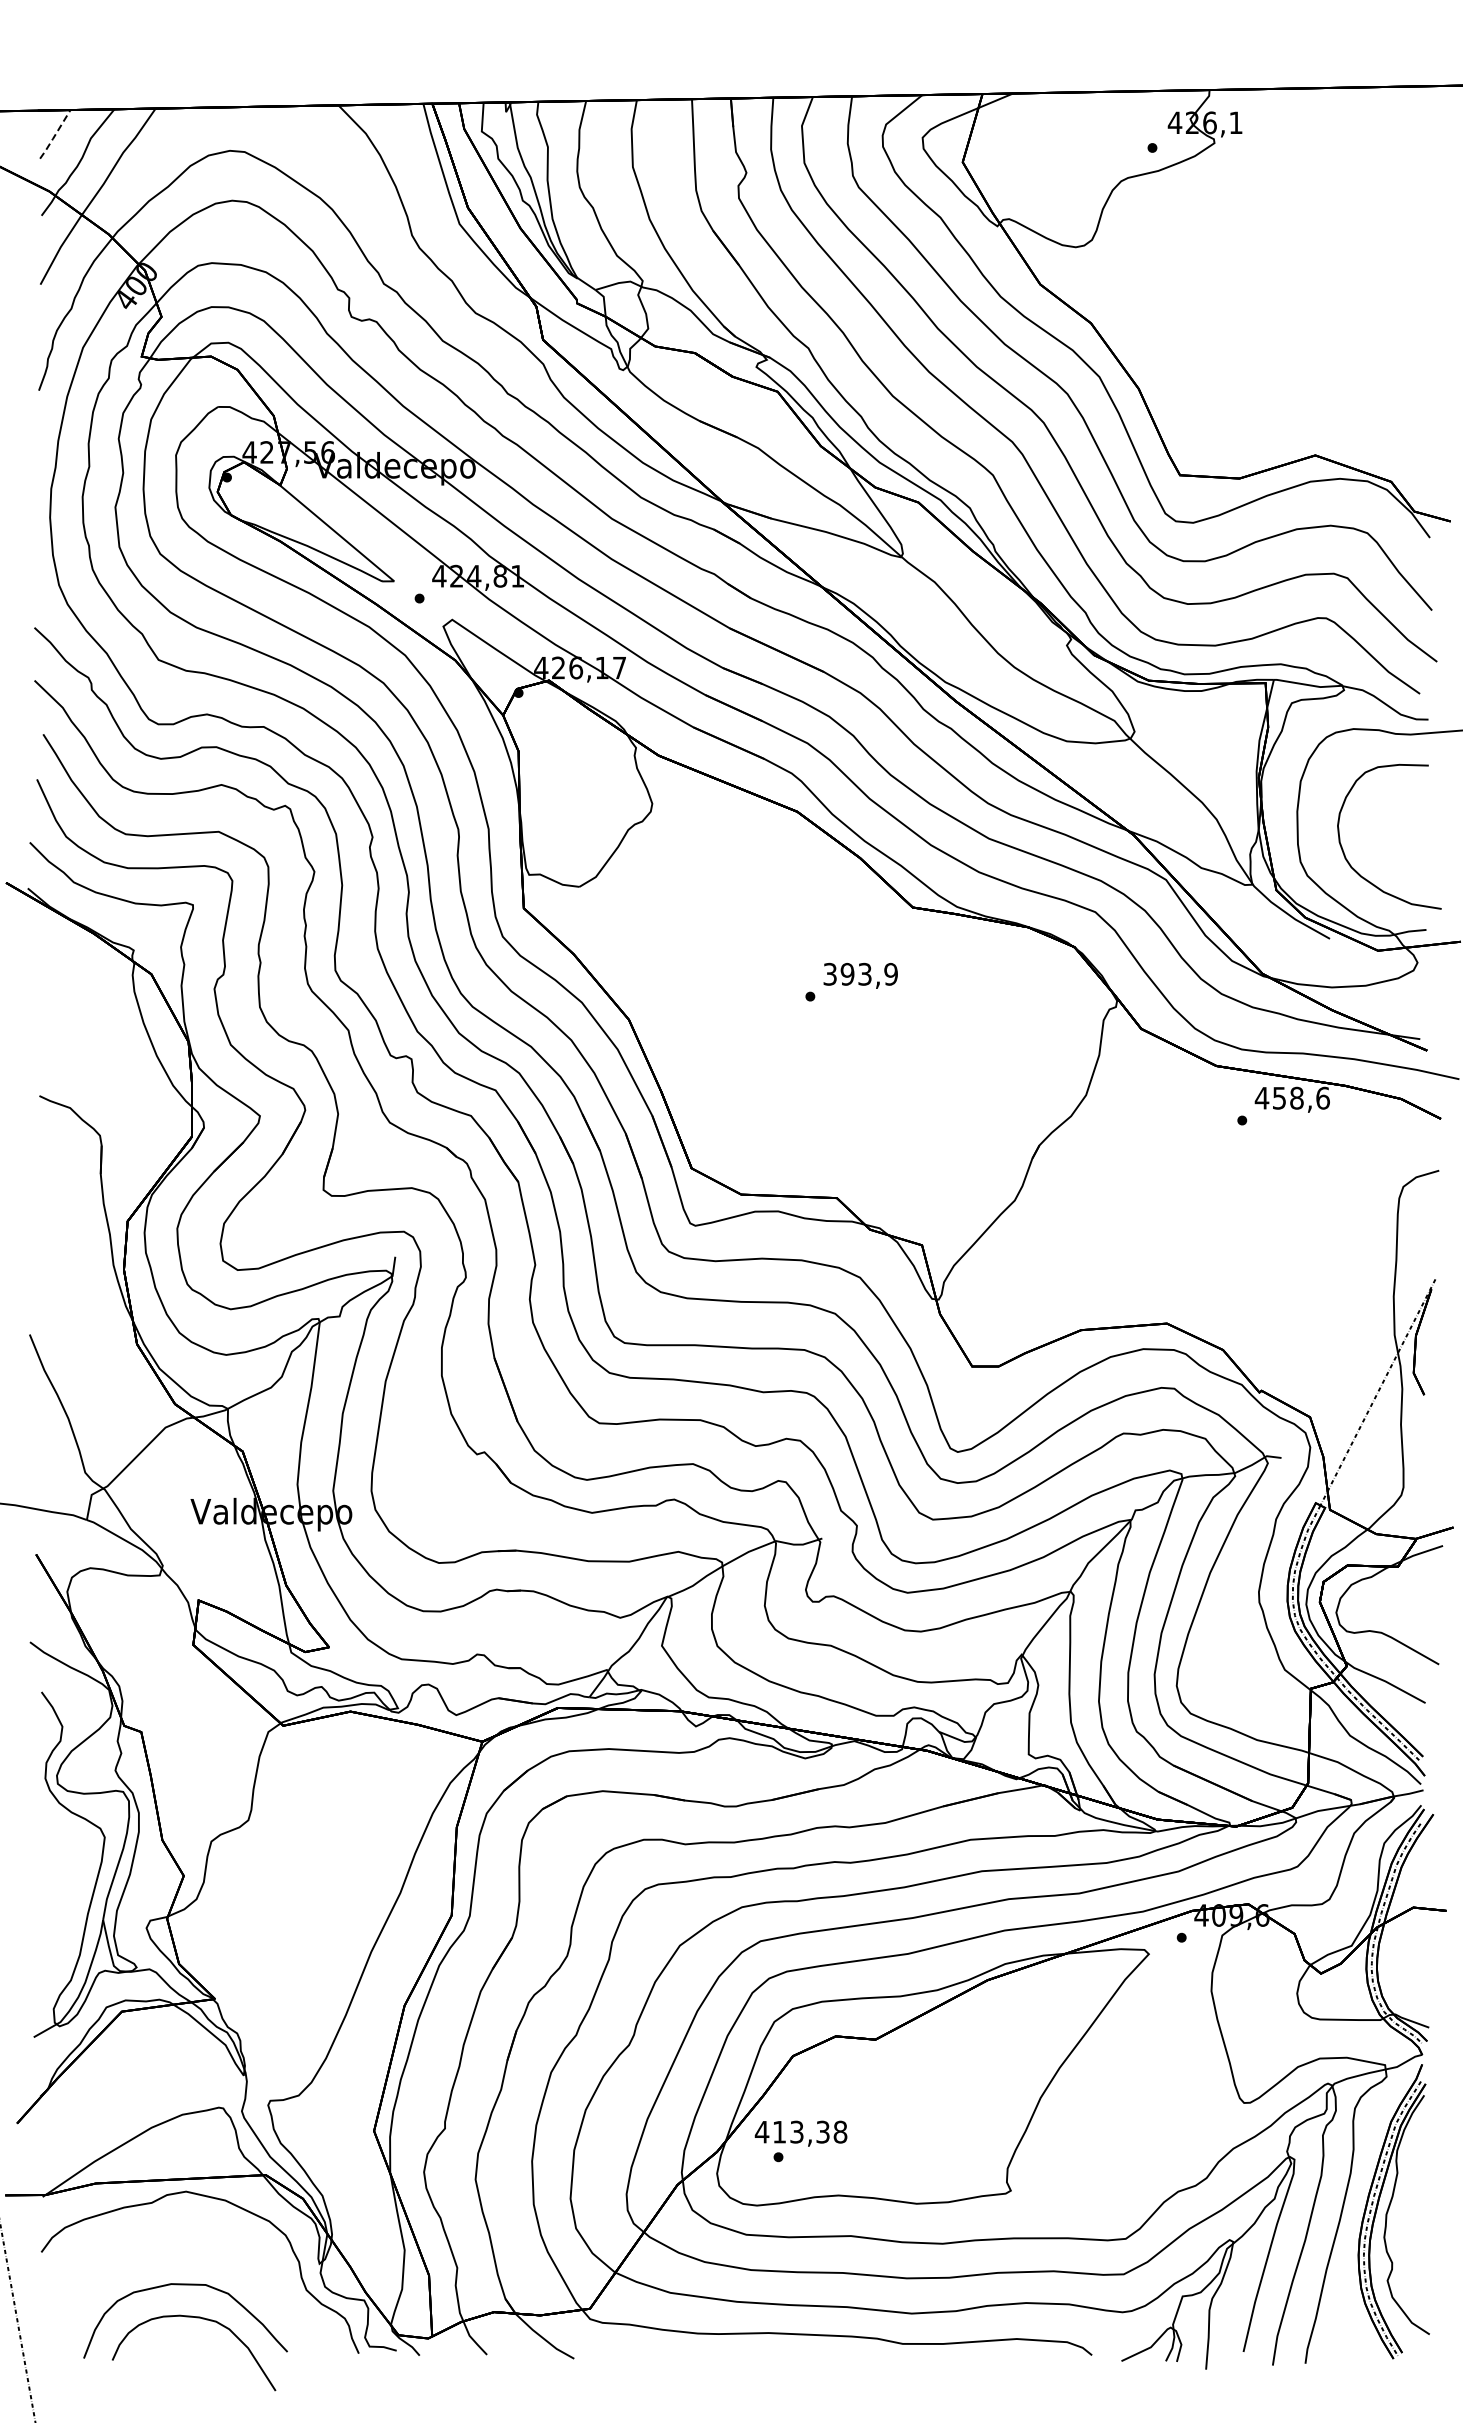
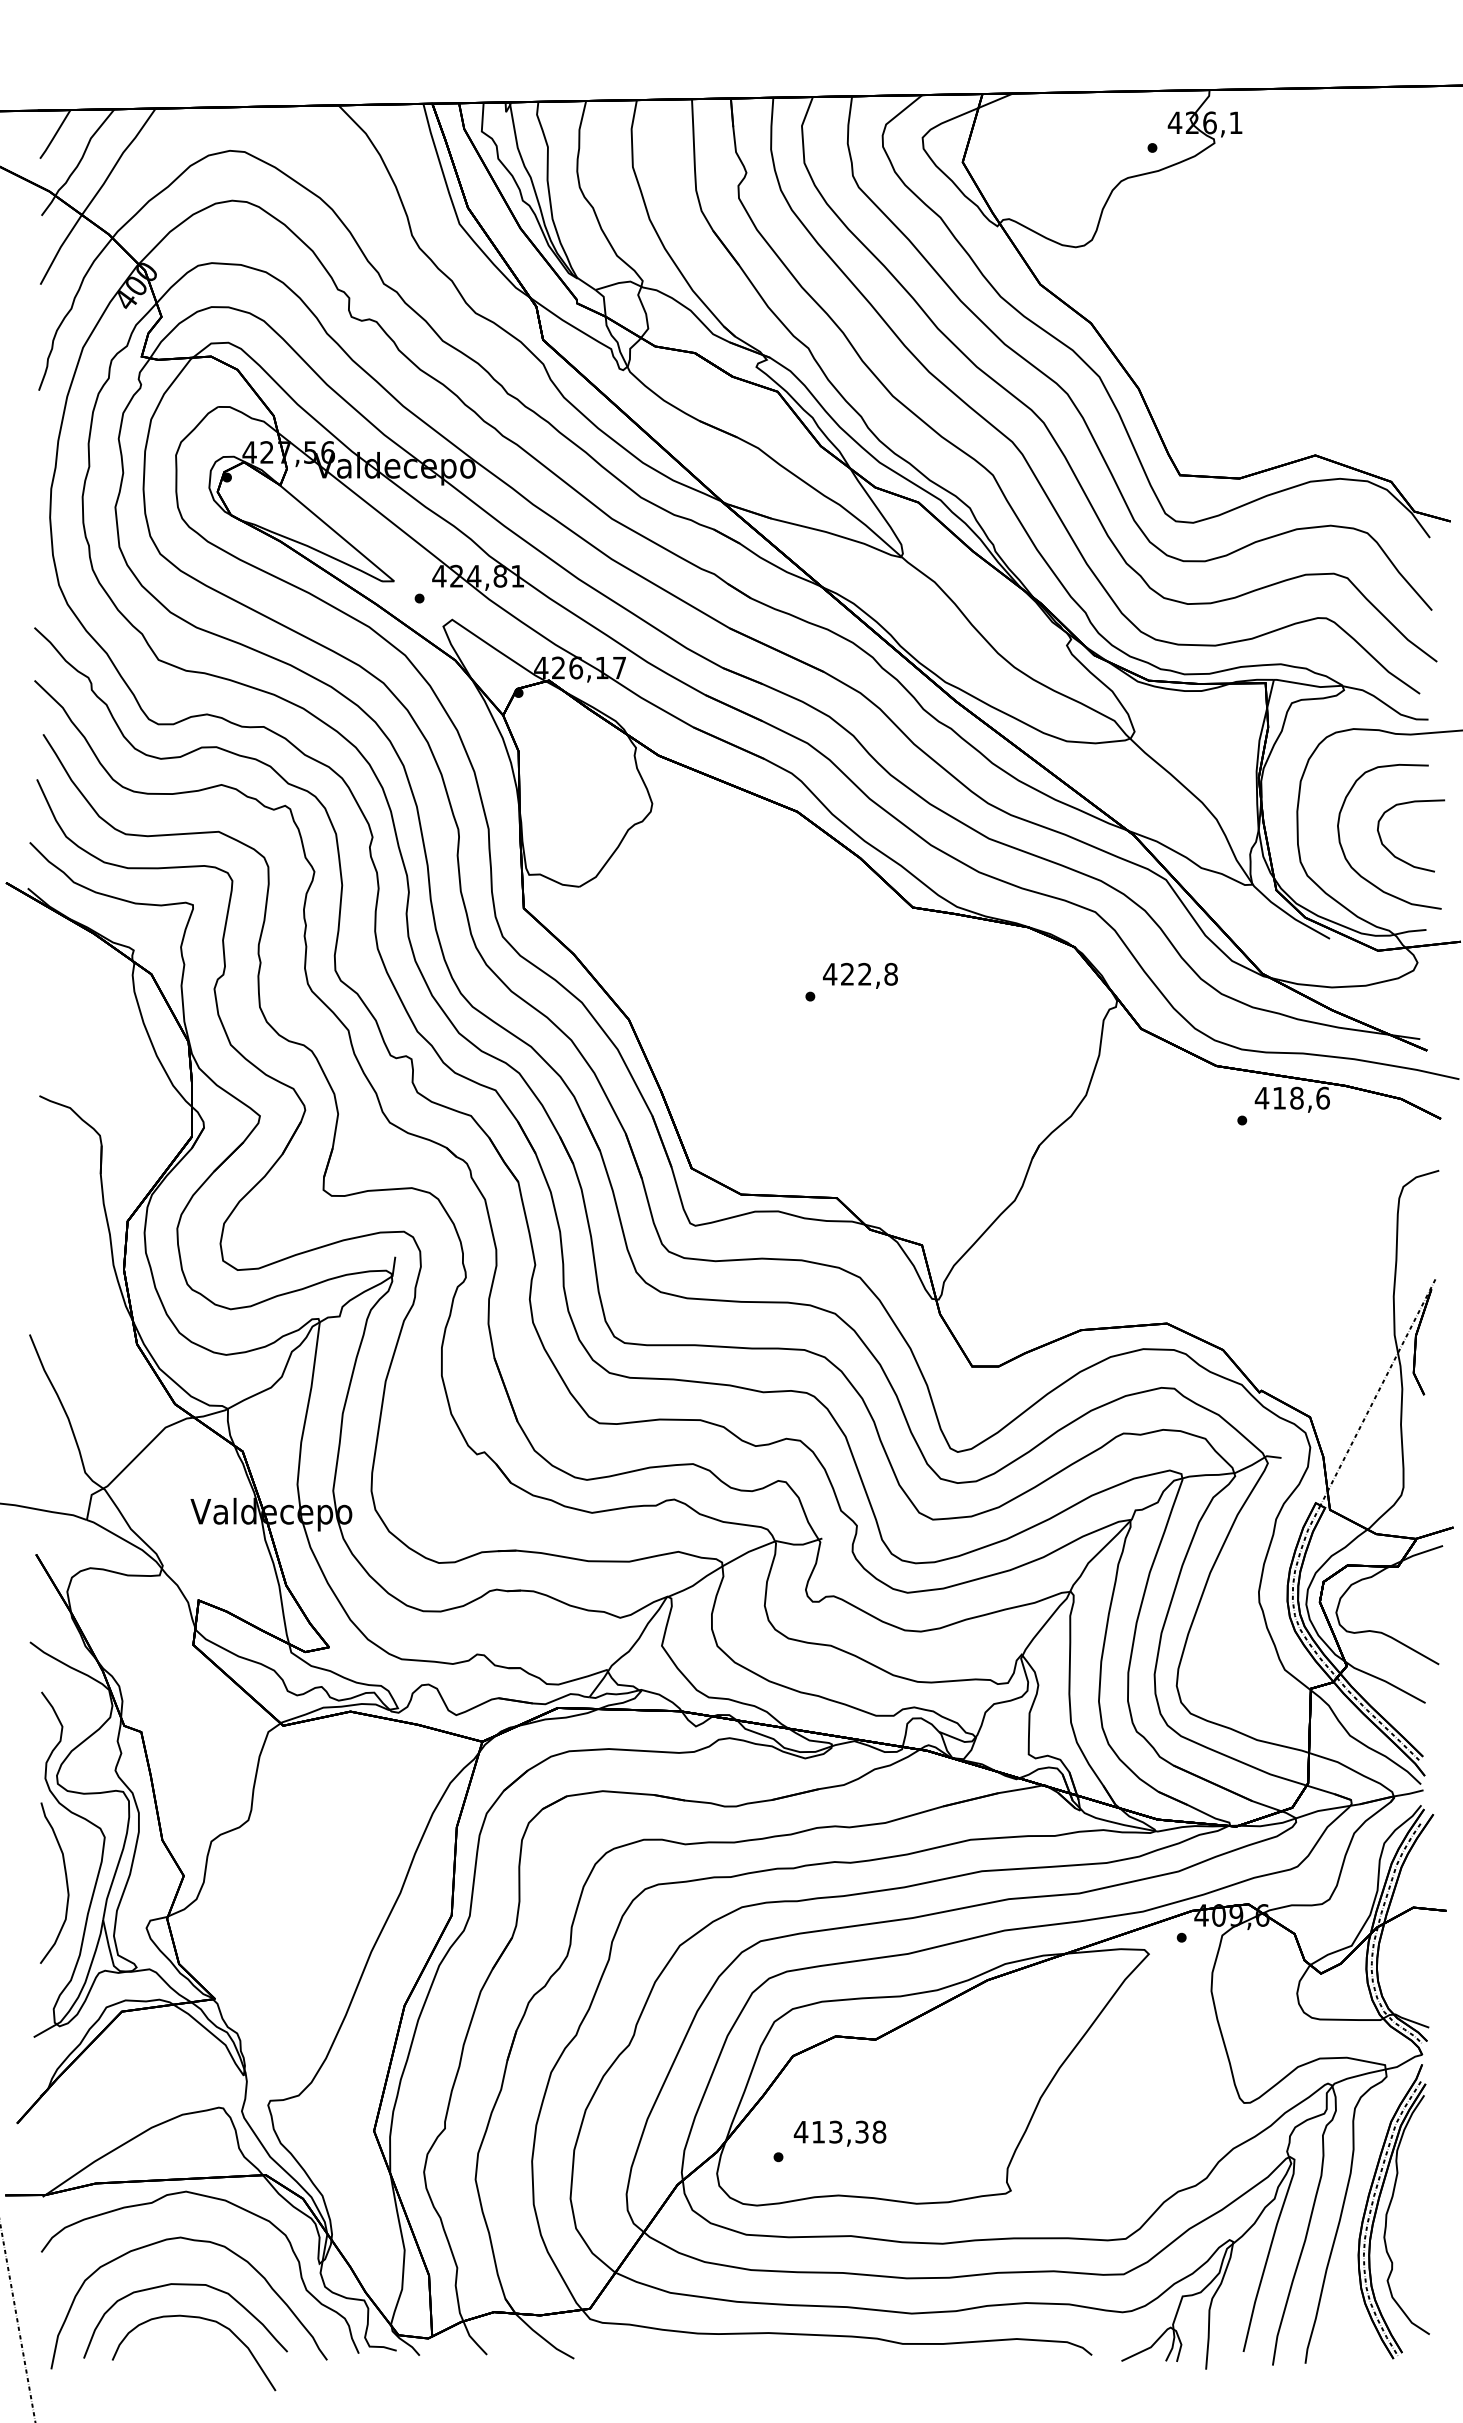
line at (54, 135): dashed -> solid
curve at (1393, 853): none -> present
text at (859, 973): 393,9 -> 422,8
text at (1279, 1098): 458,6 -> 418,6
curve at (65, 1879): none -> present
text at (800, 2133) position: (800, 2133) -> (839, 2133)
curve at (193, 2241): none -> present
